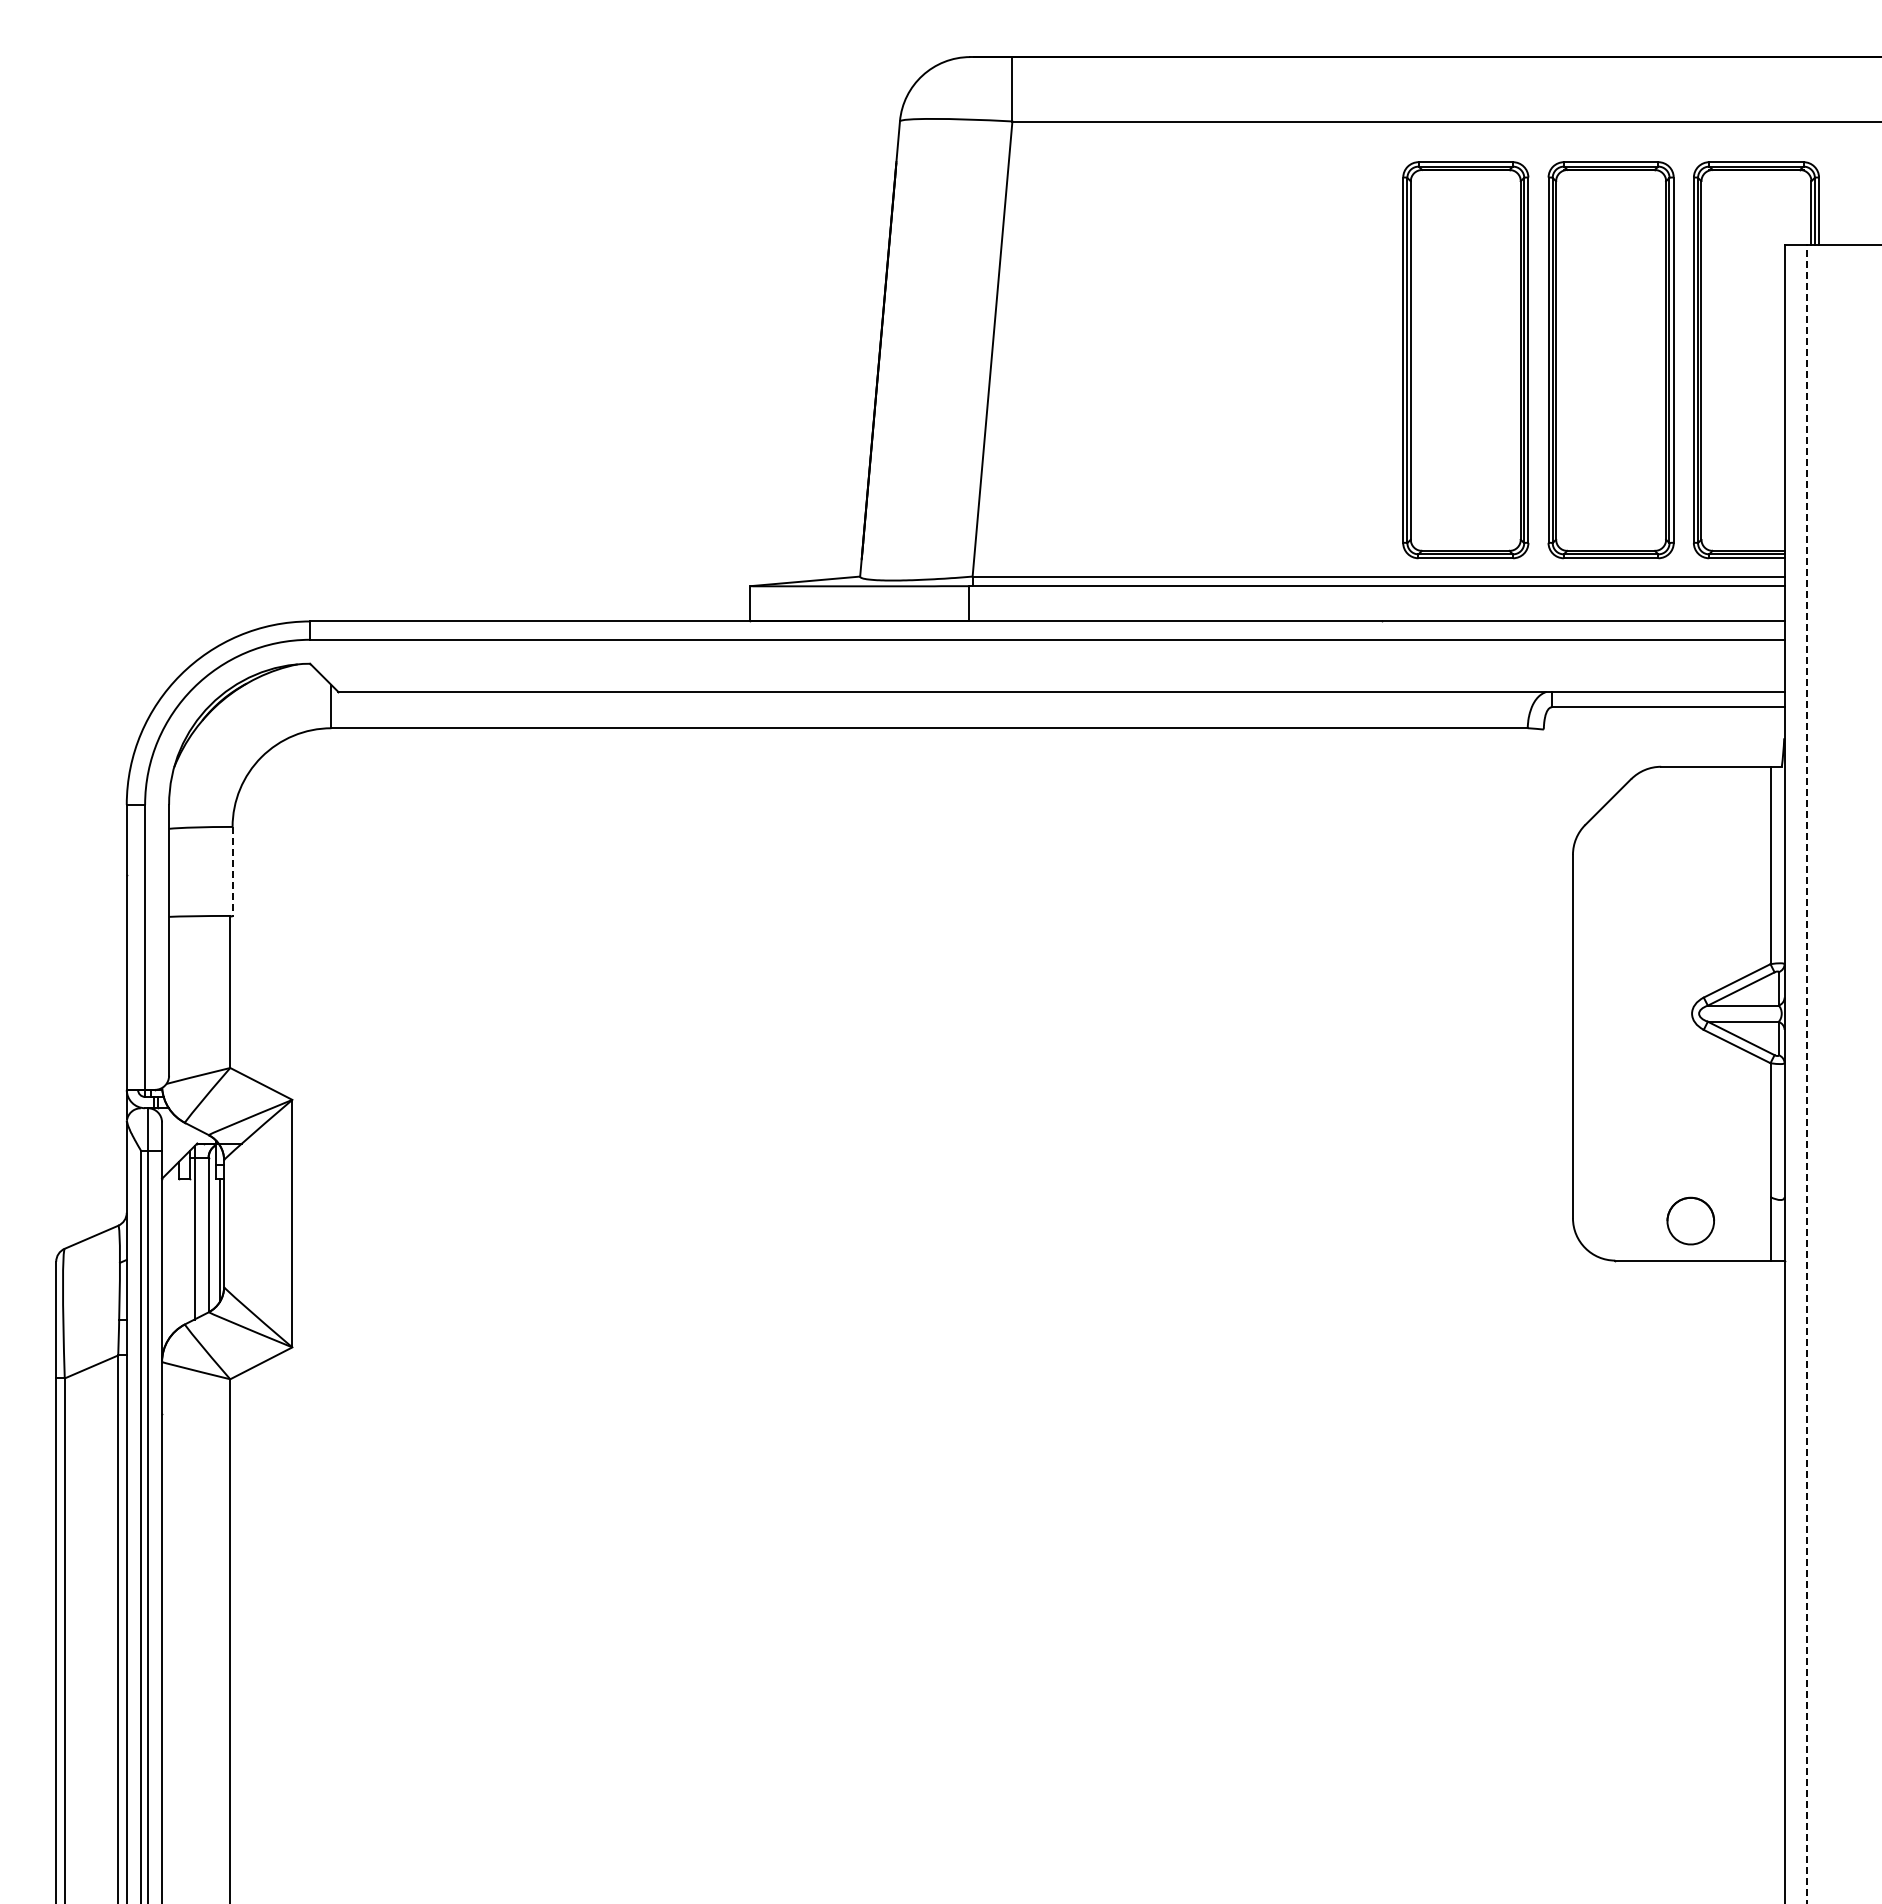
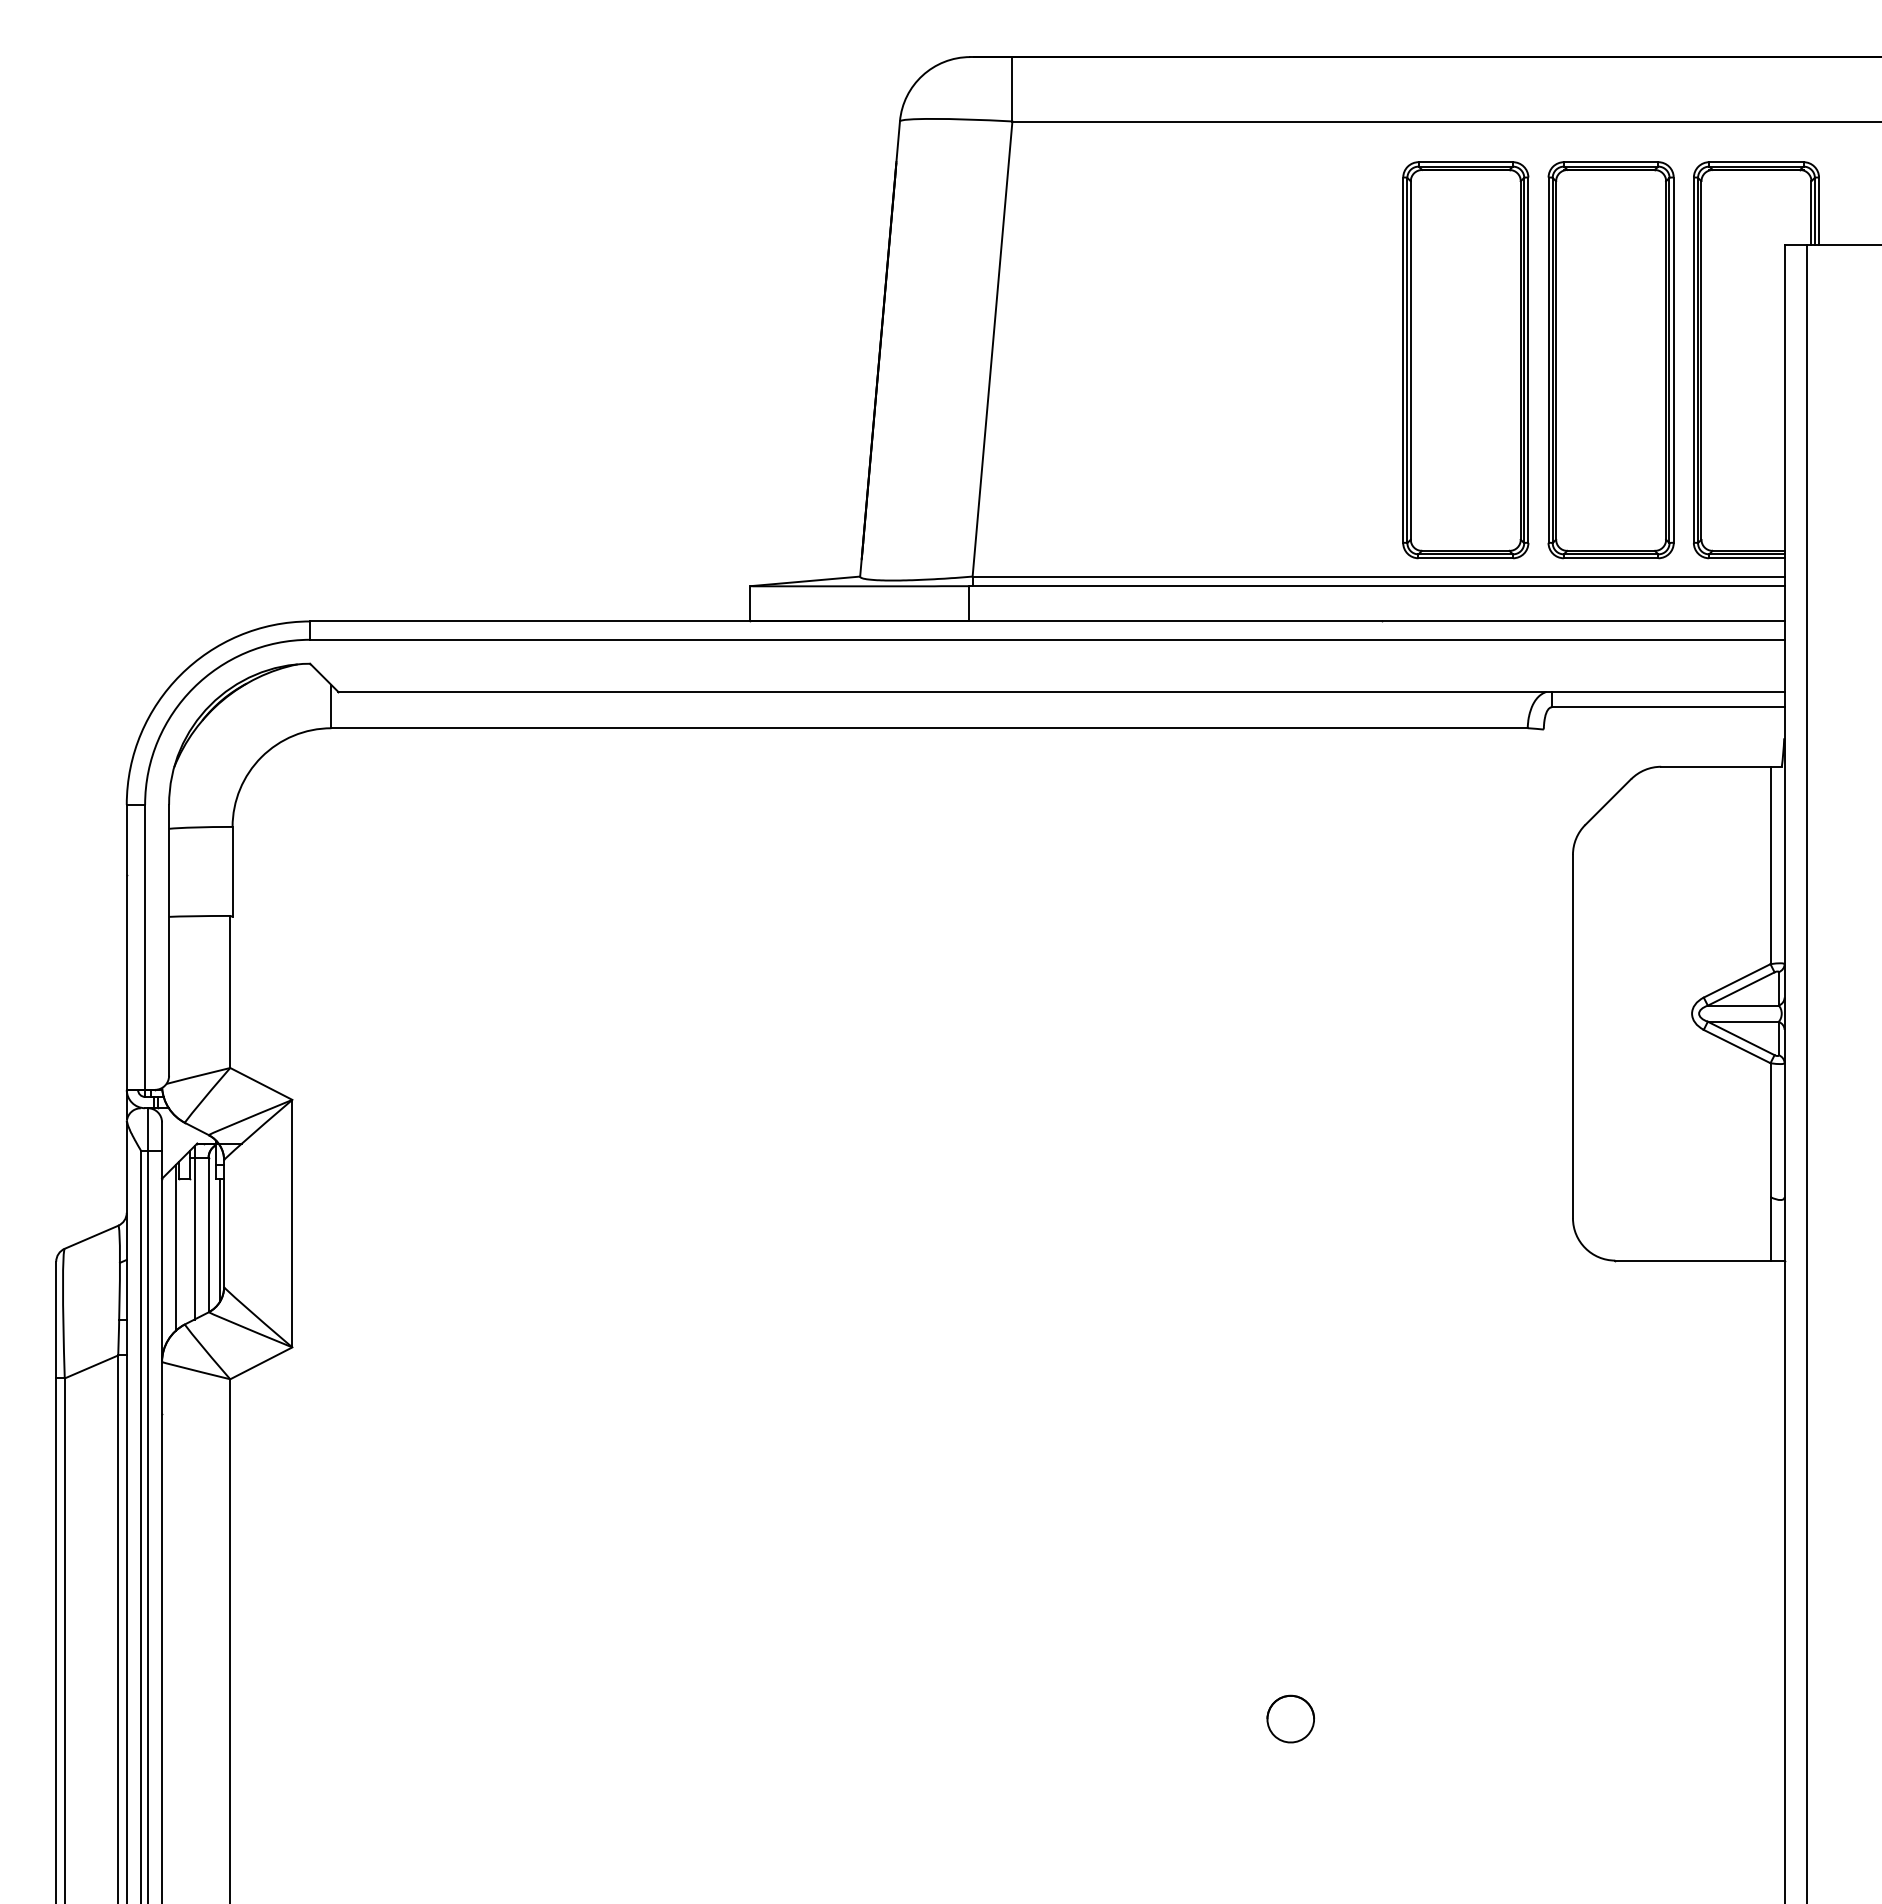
line at (232, 871): dashed -> solid
line at (1807, 1073): dashed -> solid
part at (1690, 1220) position: (1690, 1220) -> (1290, 1718)
line at (176, 1247): none -> present
